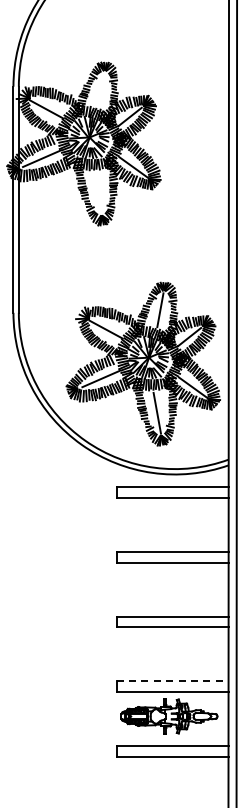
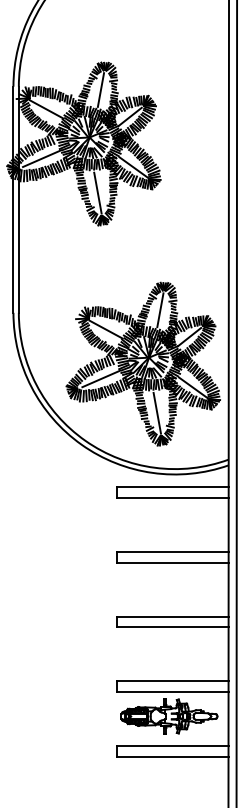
line at (100, 89): none -> present
line at (97, 192): none -> present
line at (173, 681): dashed -> solid
